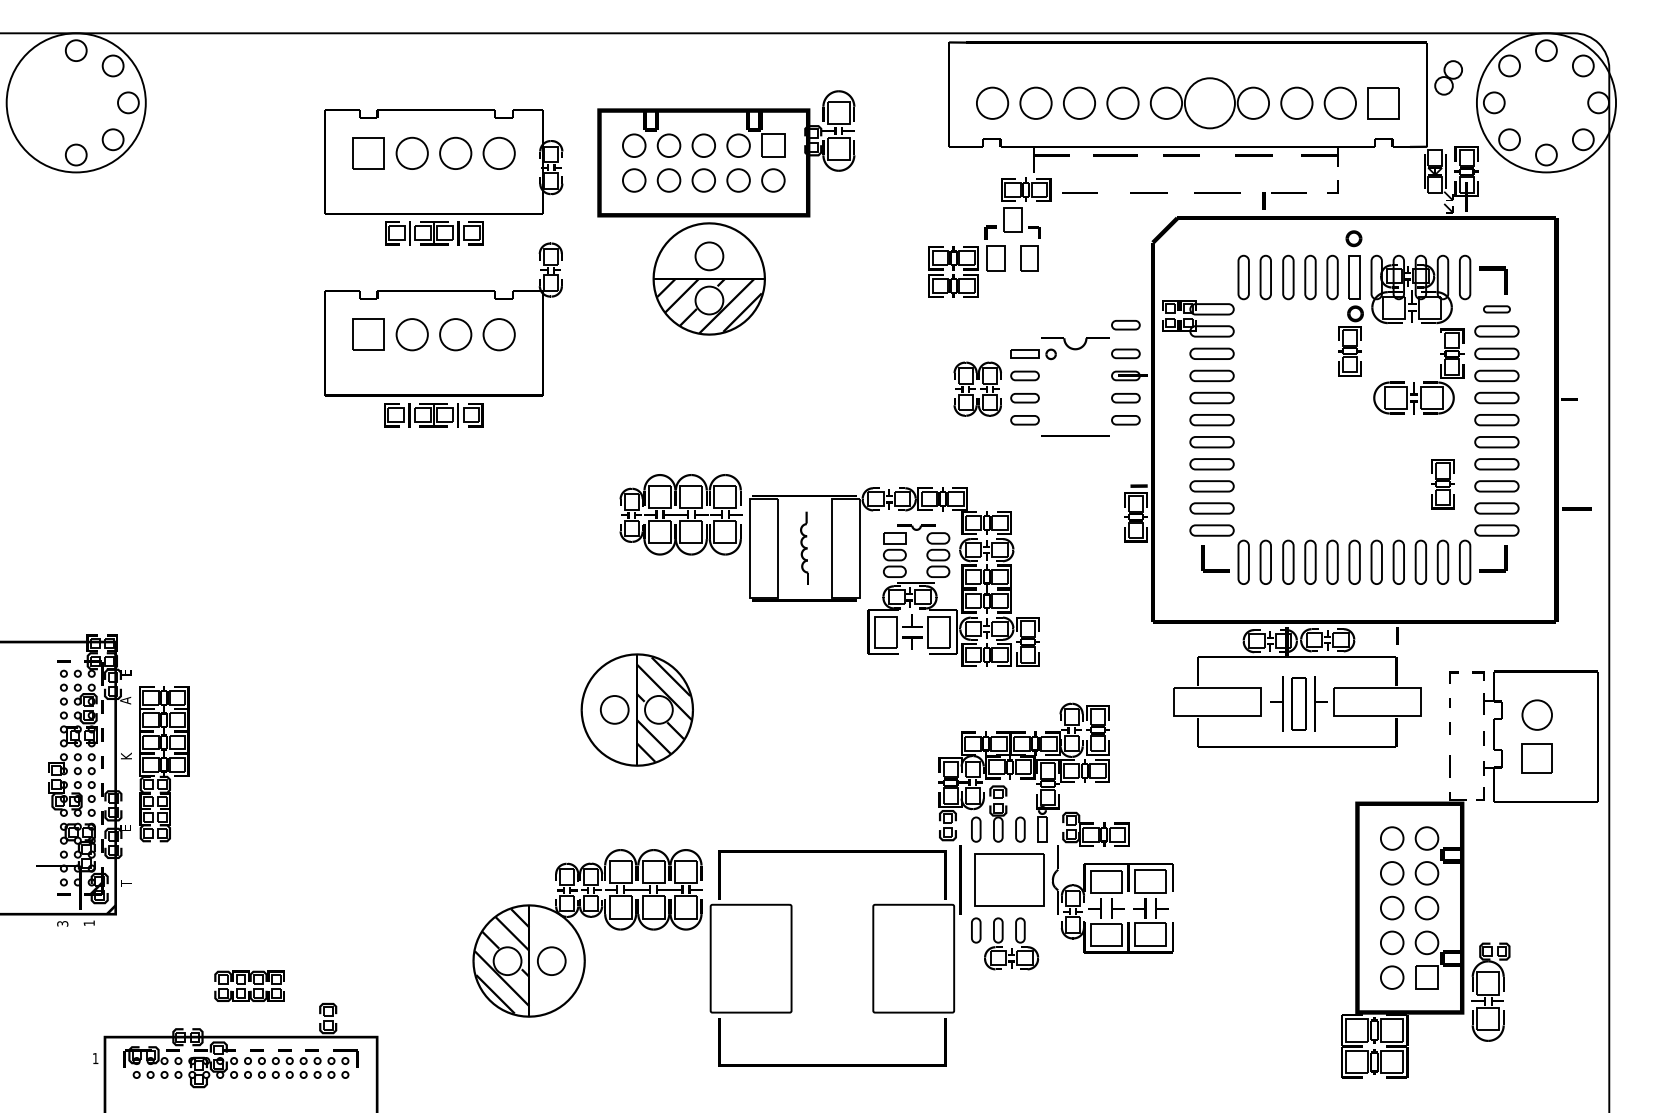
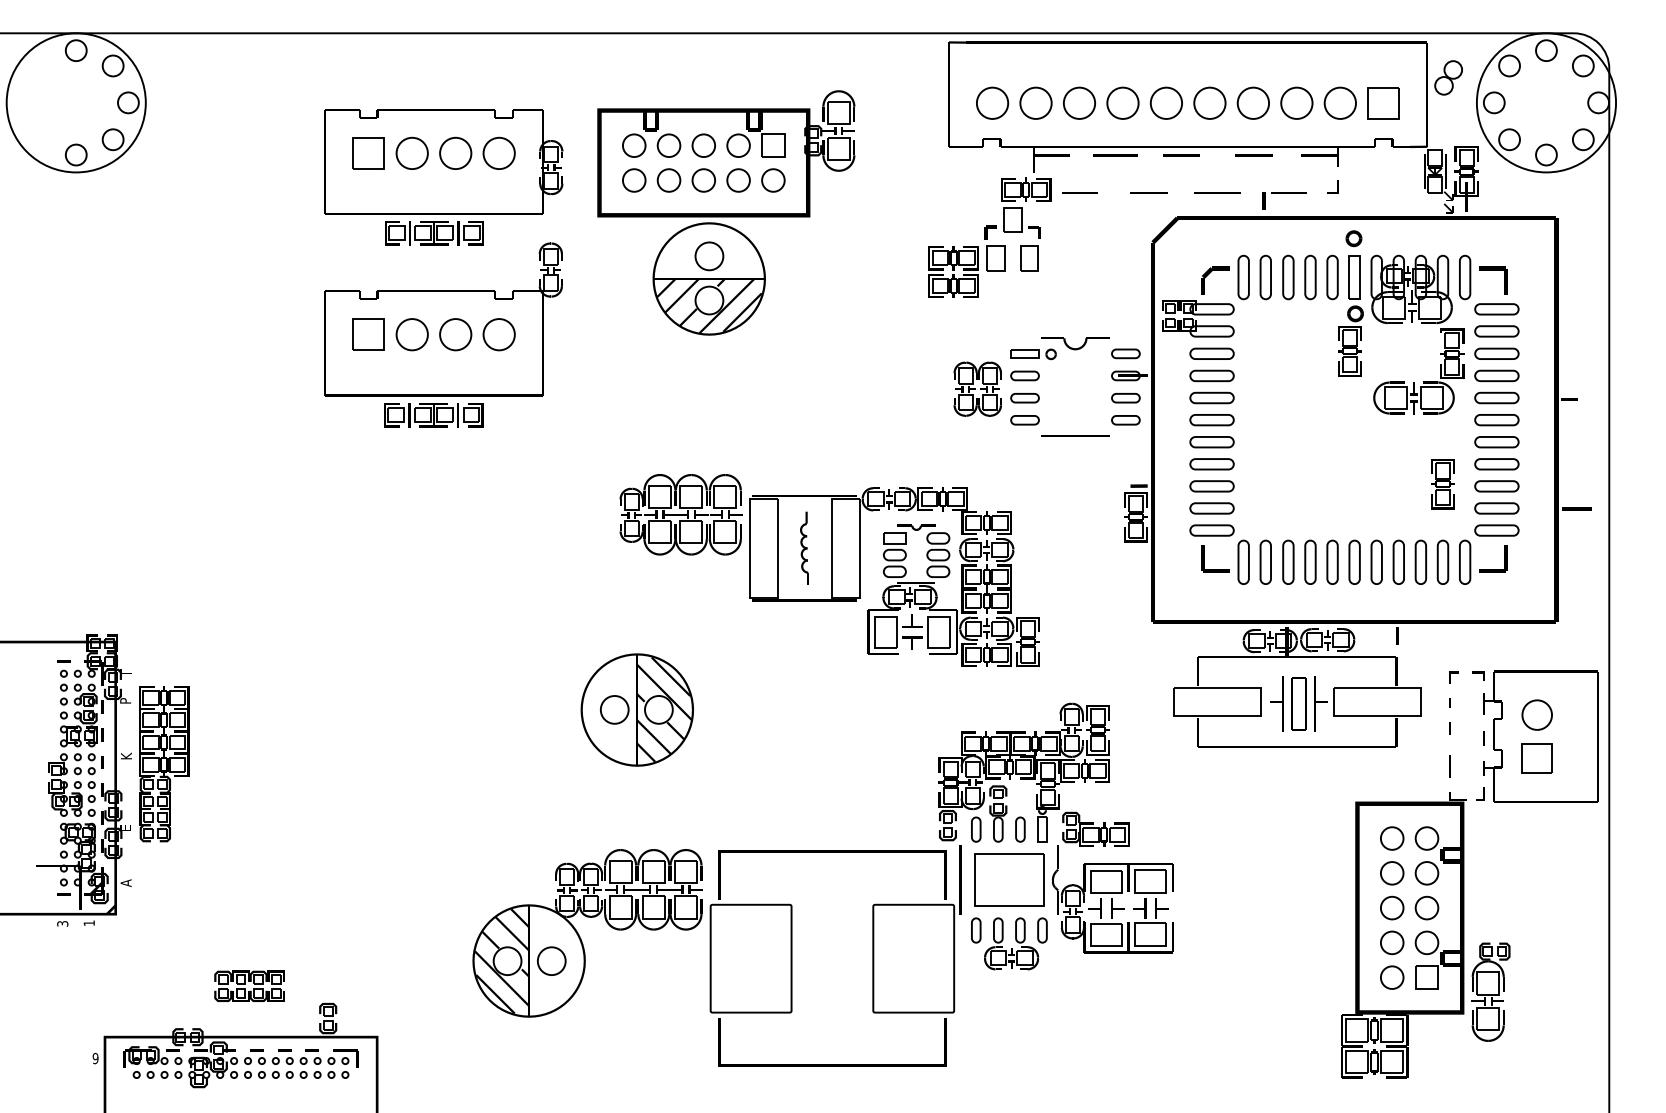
circle at (1209, 103) diameter: 50 px -> 31 px
part at (1209, 274): none -> present
part at (1496, 309) size: 28x9 px -> 46x13 px
part at (1125, 325): present -> none
text at (125, 672): E -> T
text at (125, 700): A -> P
text at (125, 882): T -> A
part at (1042, 930): none -> present
text at (95, 1058): 1 -> 9
